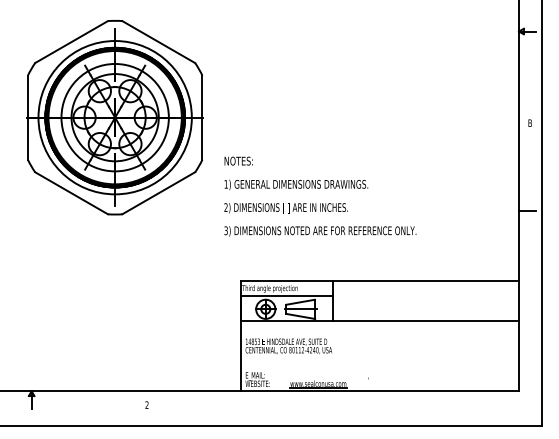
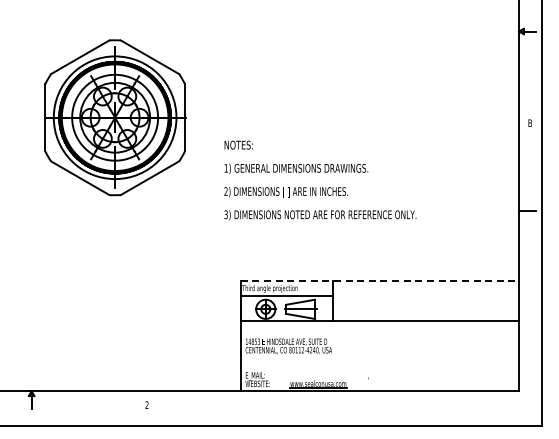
part at (114, 117) size: 178x196 px -> 143x158 px
text at (320, 196) position: (320, 196) -> (320, 180)
line at (380, 281): solid -> dashed
